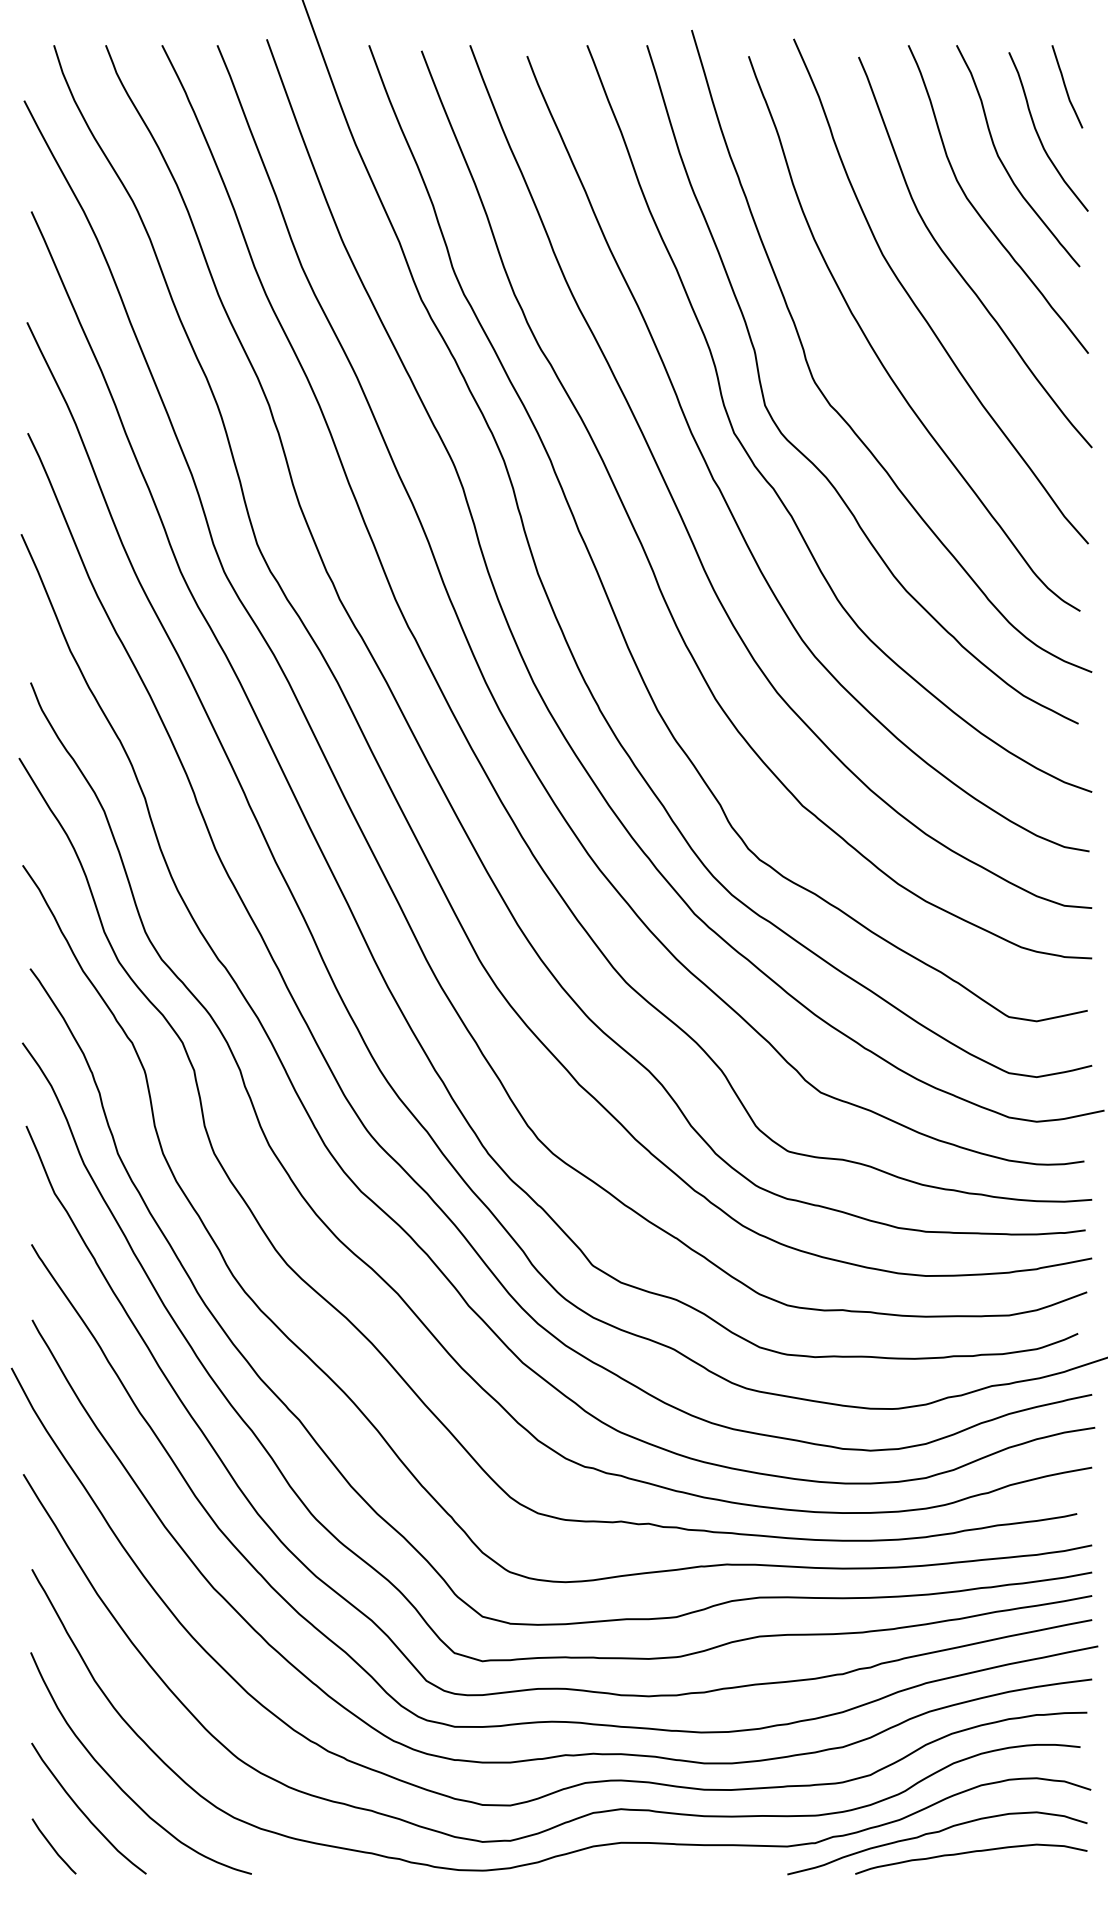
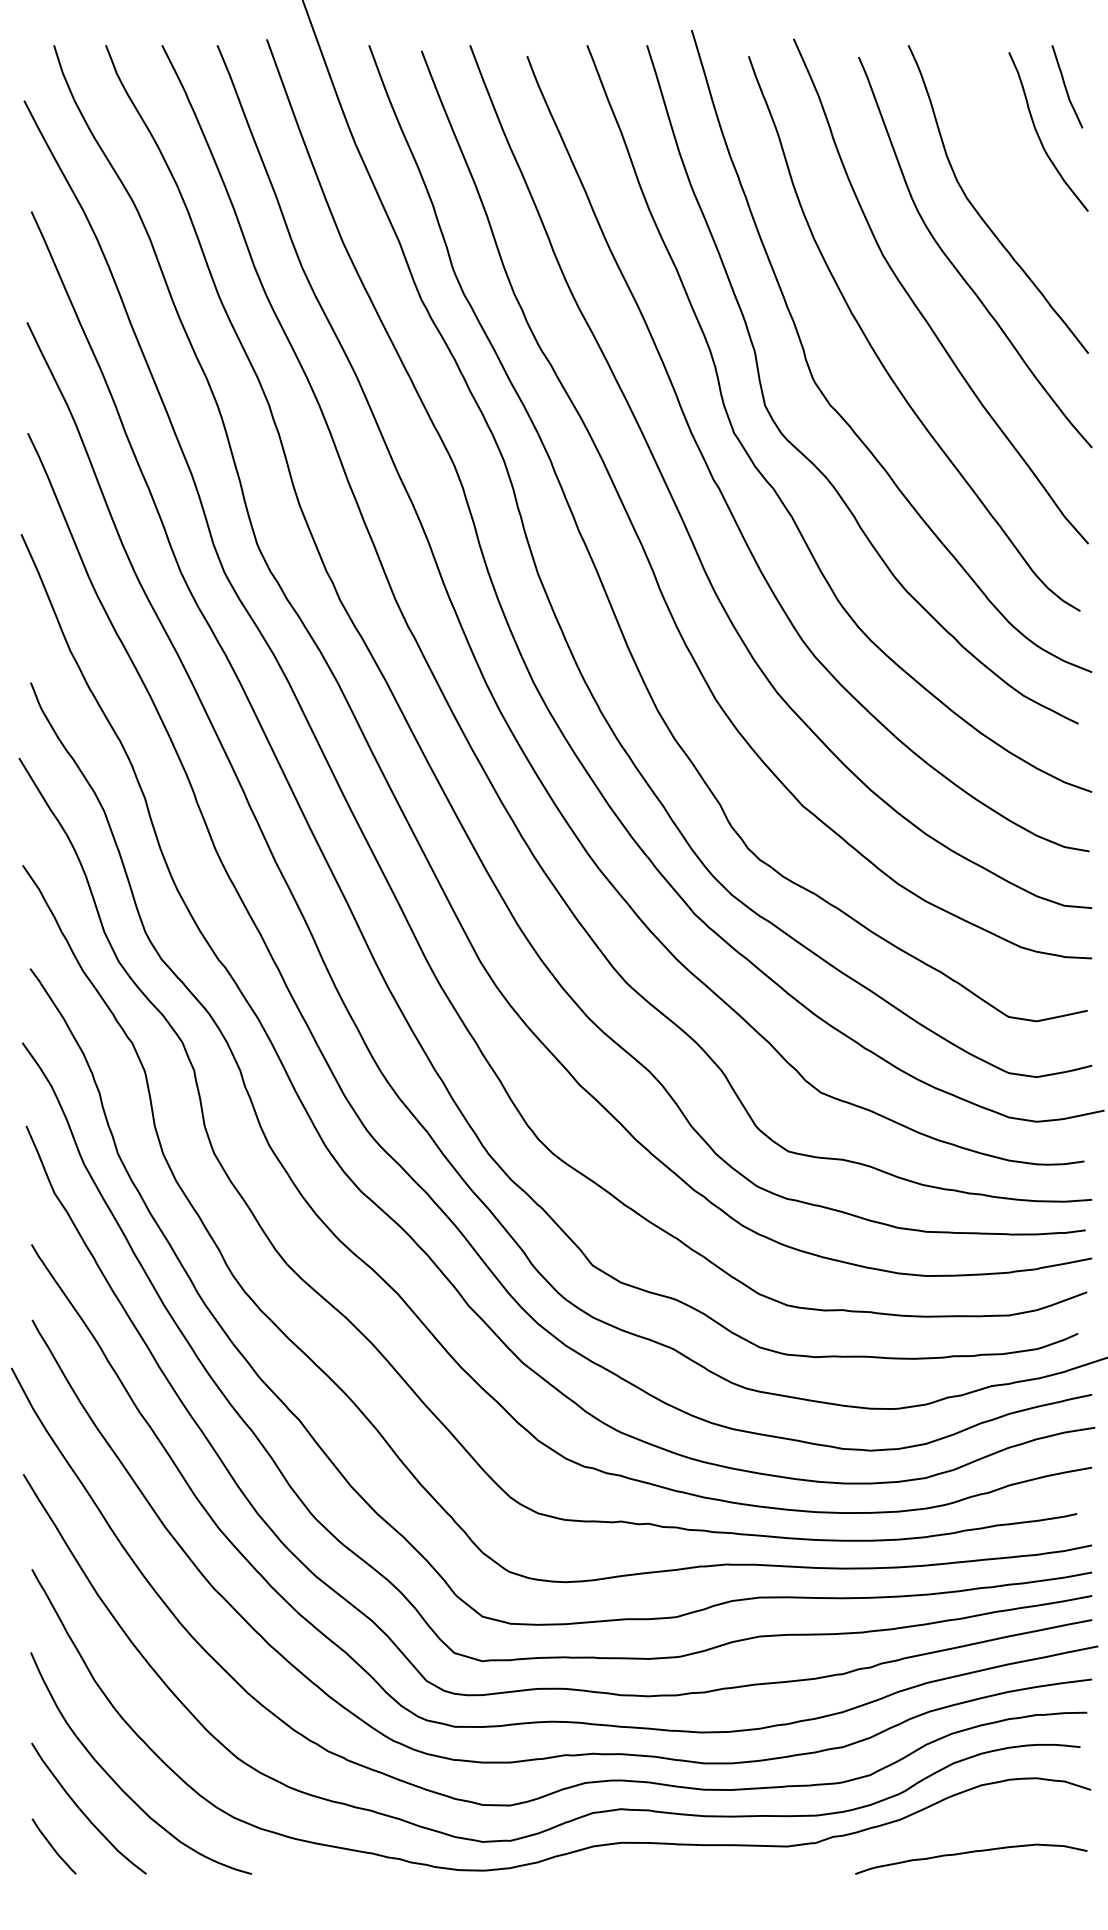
curve at (1005, 166): present -> none
curve at (936, 1833): present -> none
